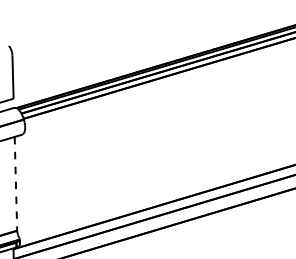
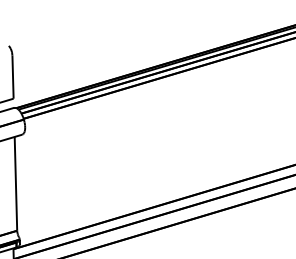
line at (15, 183): dashed -> solid
